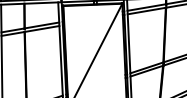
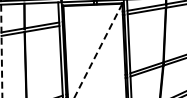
line at (98, 50): solid -> dashed
line at (1, 51): solid -> dashed
